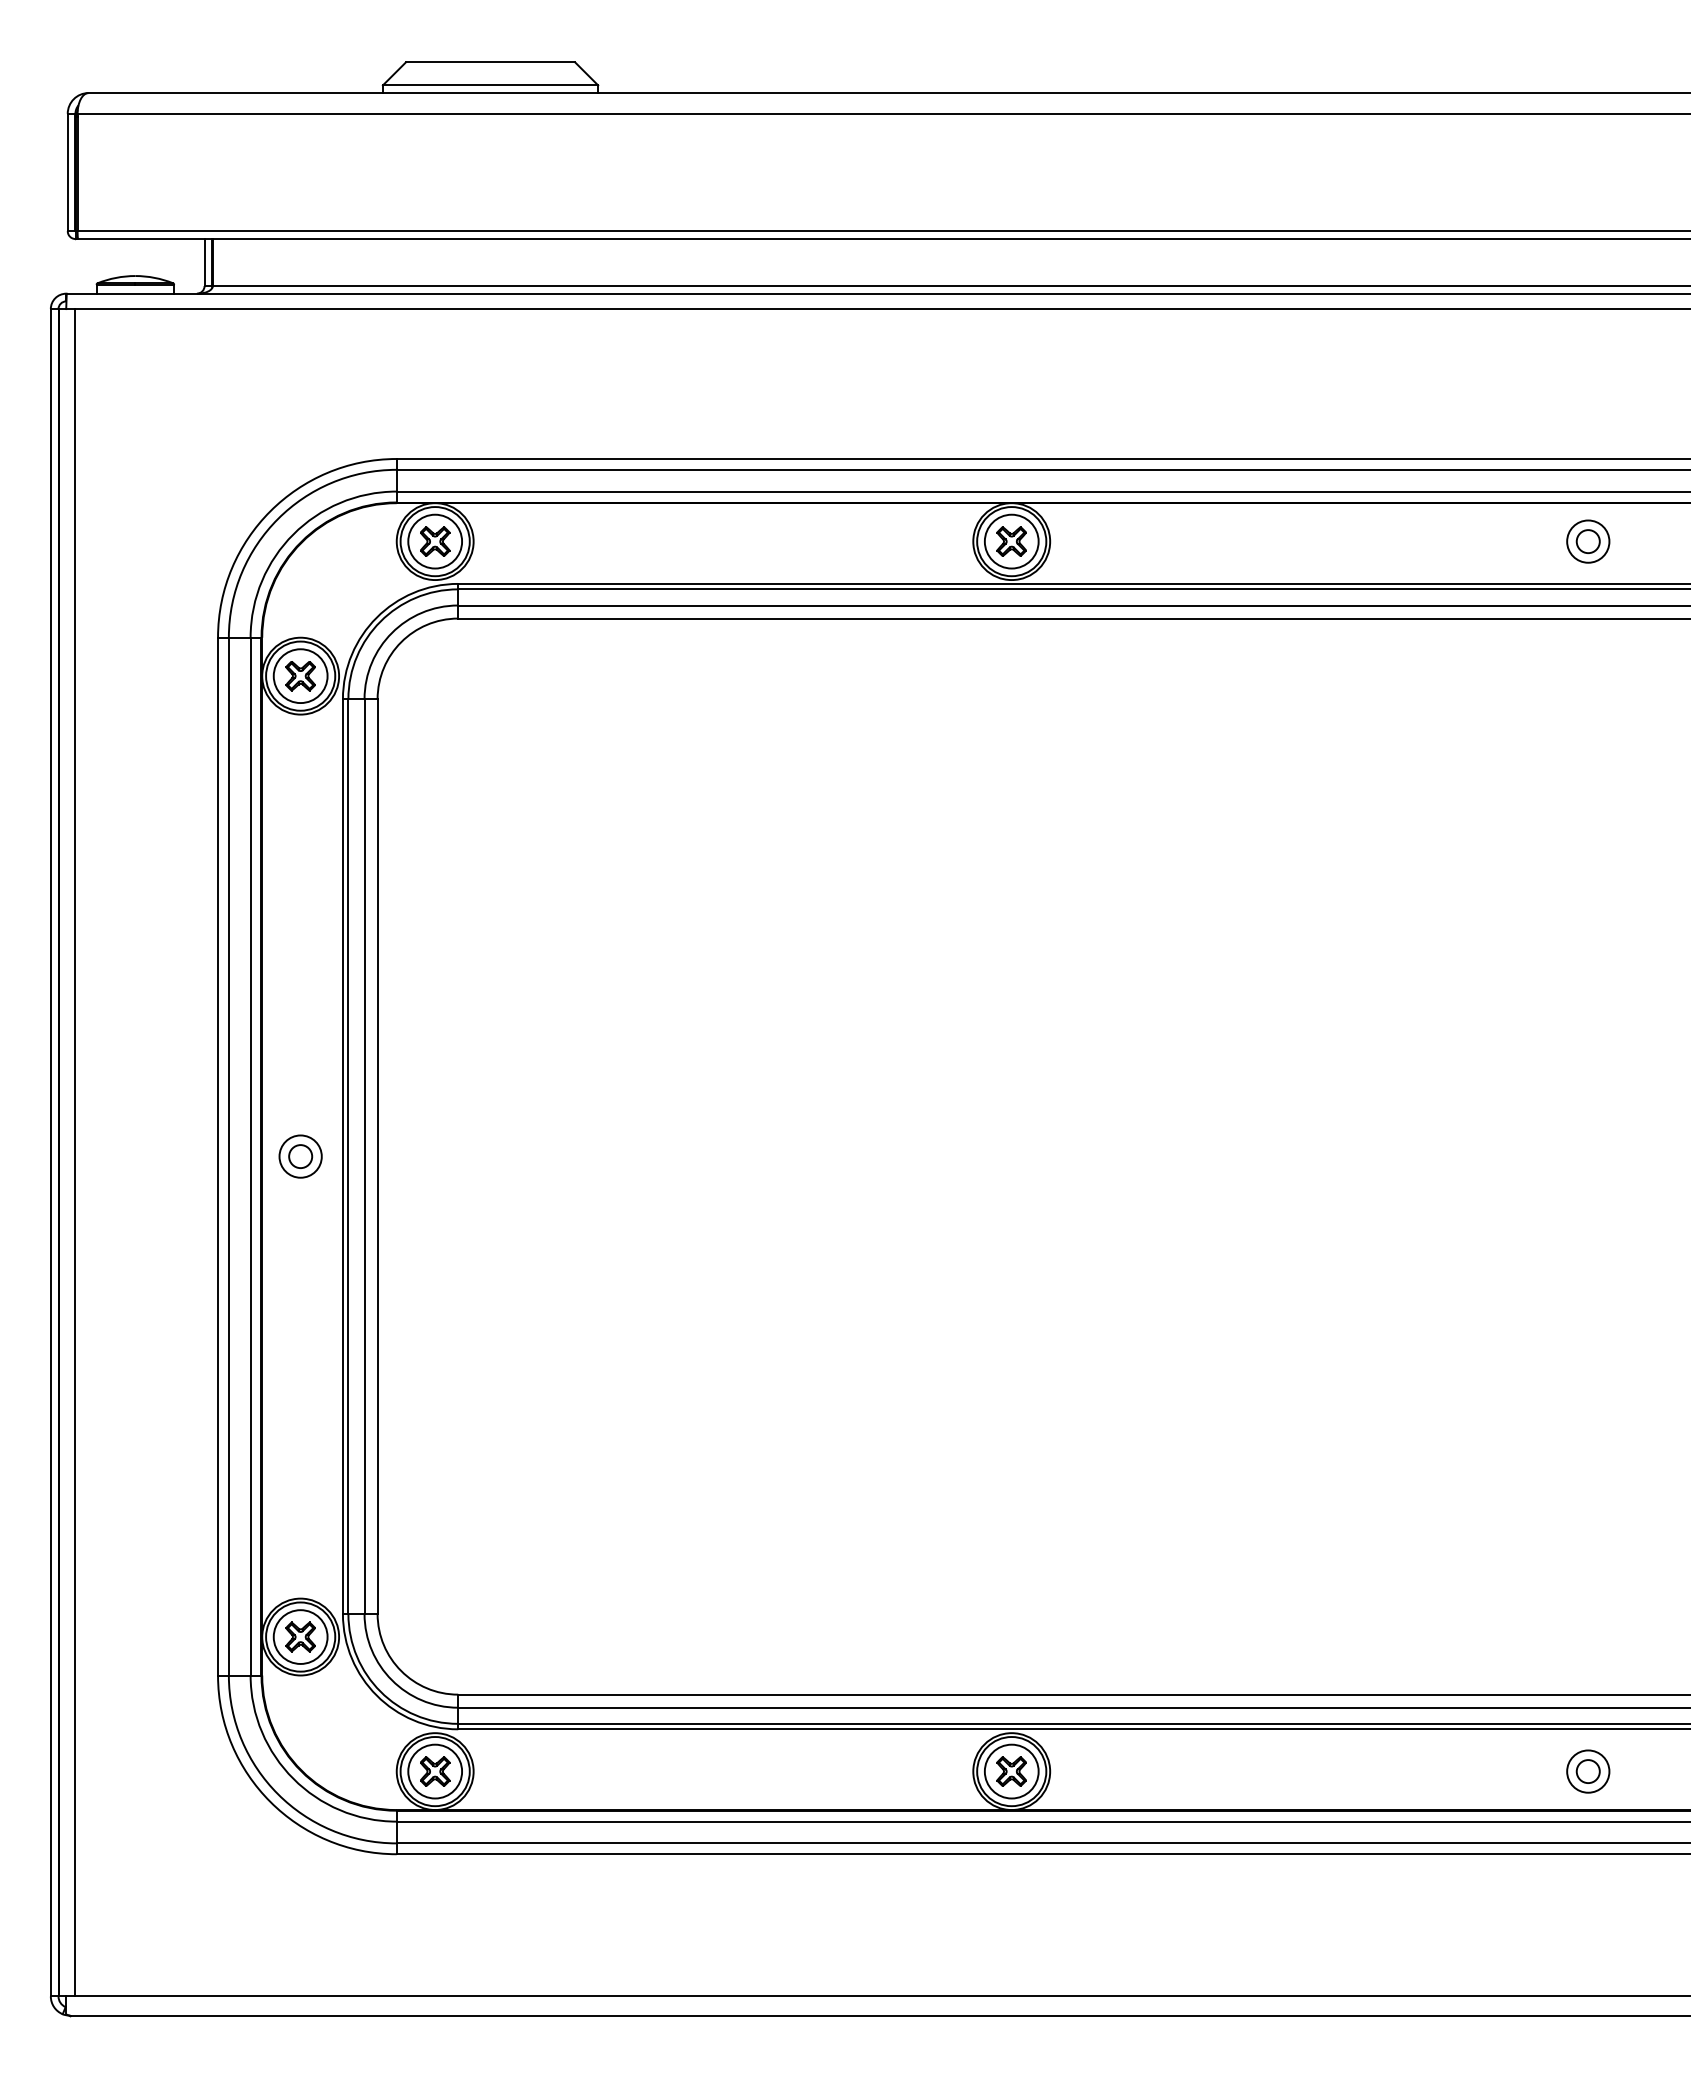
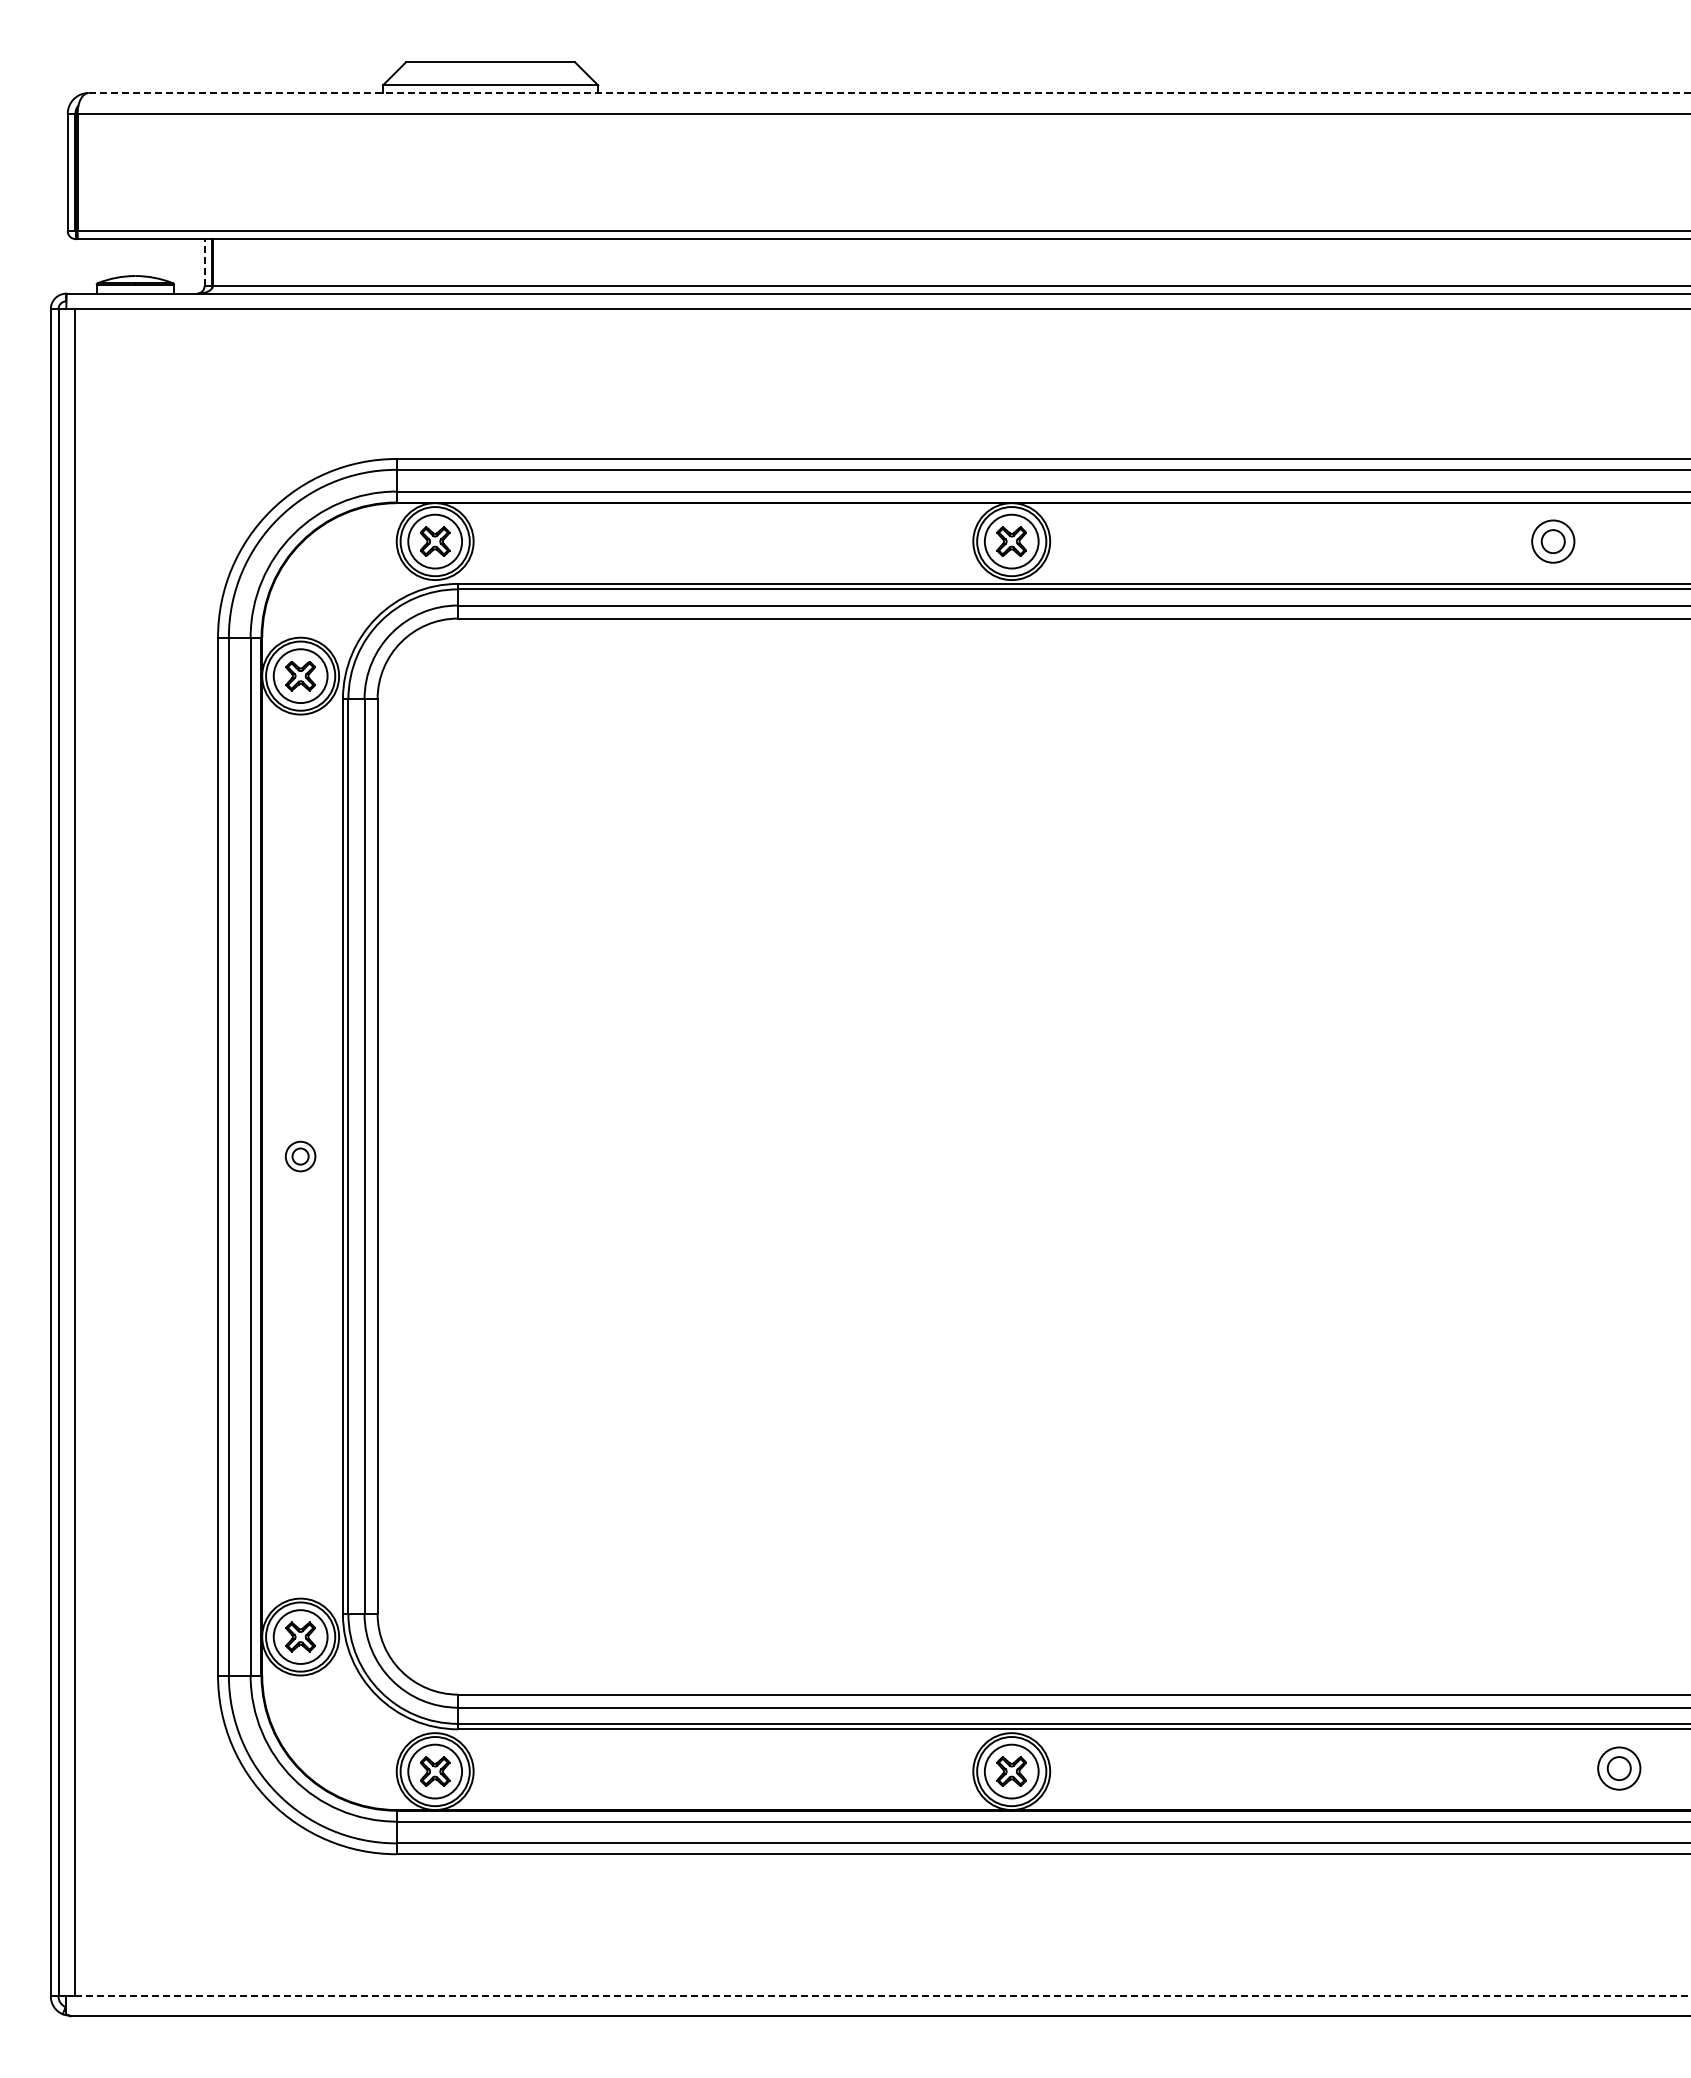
line at (889, 93): solid -> dashed
line at (204, 262): solid -> dashed
part at (1588, 541) position: (1588, 541) -> (1553, 541)
part at (300, 1156) size: 45x45 px -> 33x33 px
part at (1588, 1771) position: (1588, 1771) -> (1619, 1768)
line at (882, 1996): solid -> dashed
